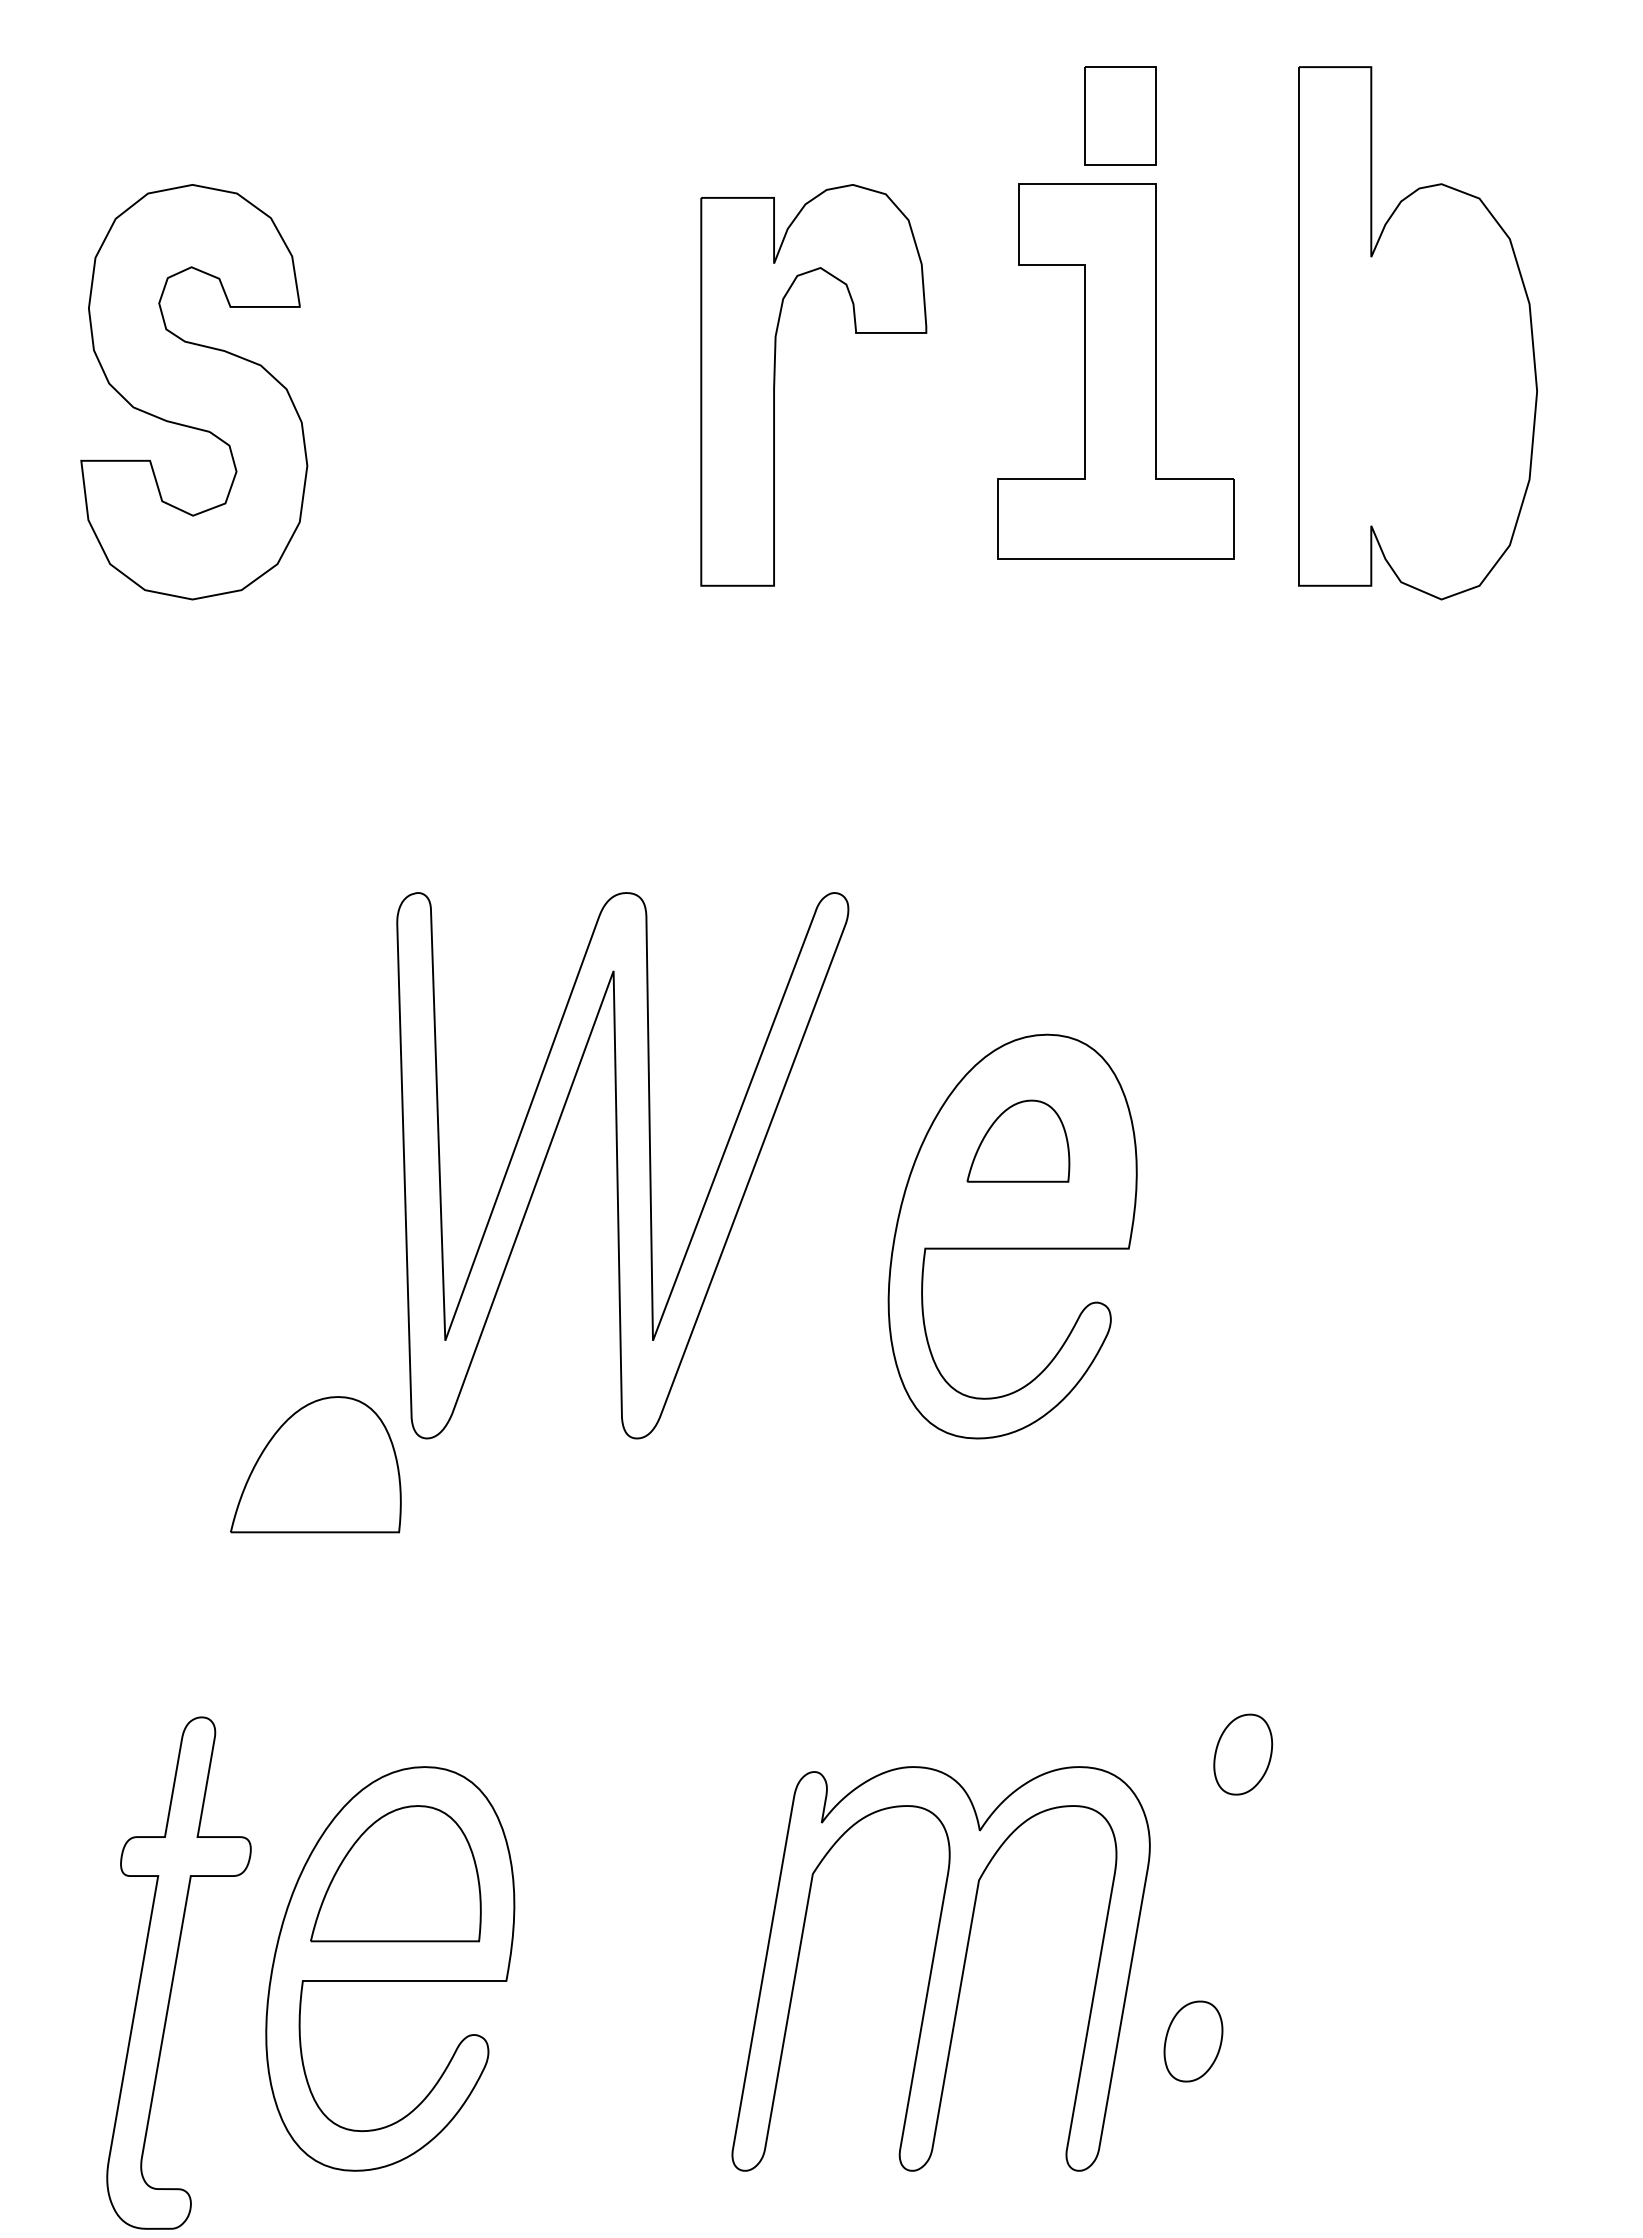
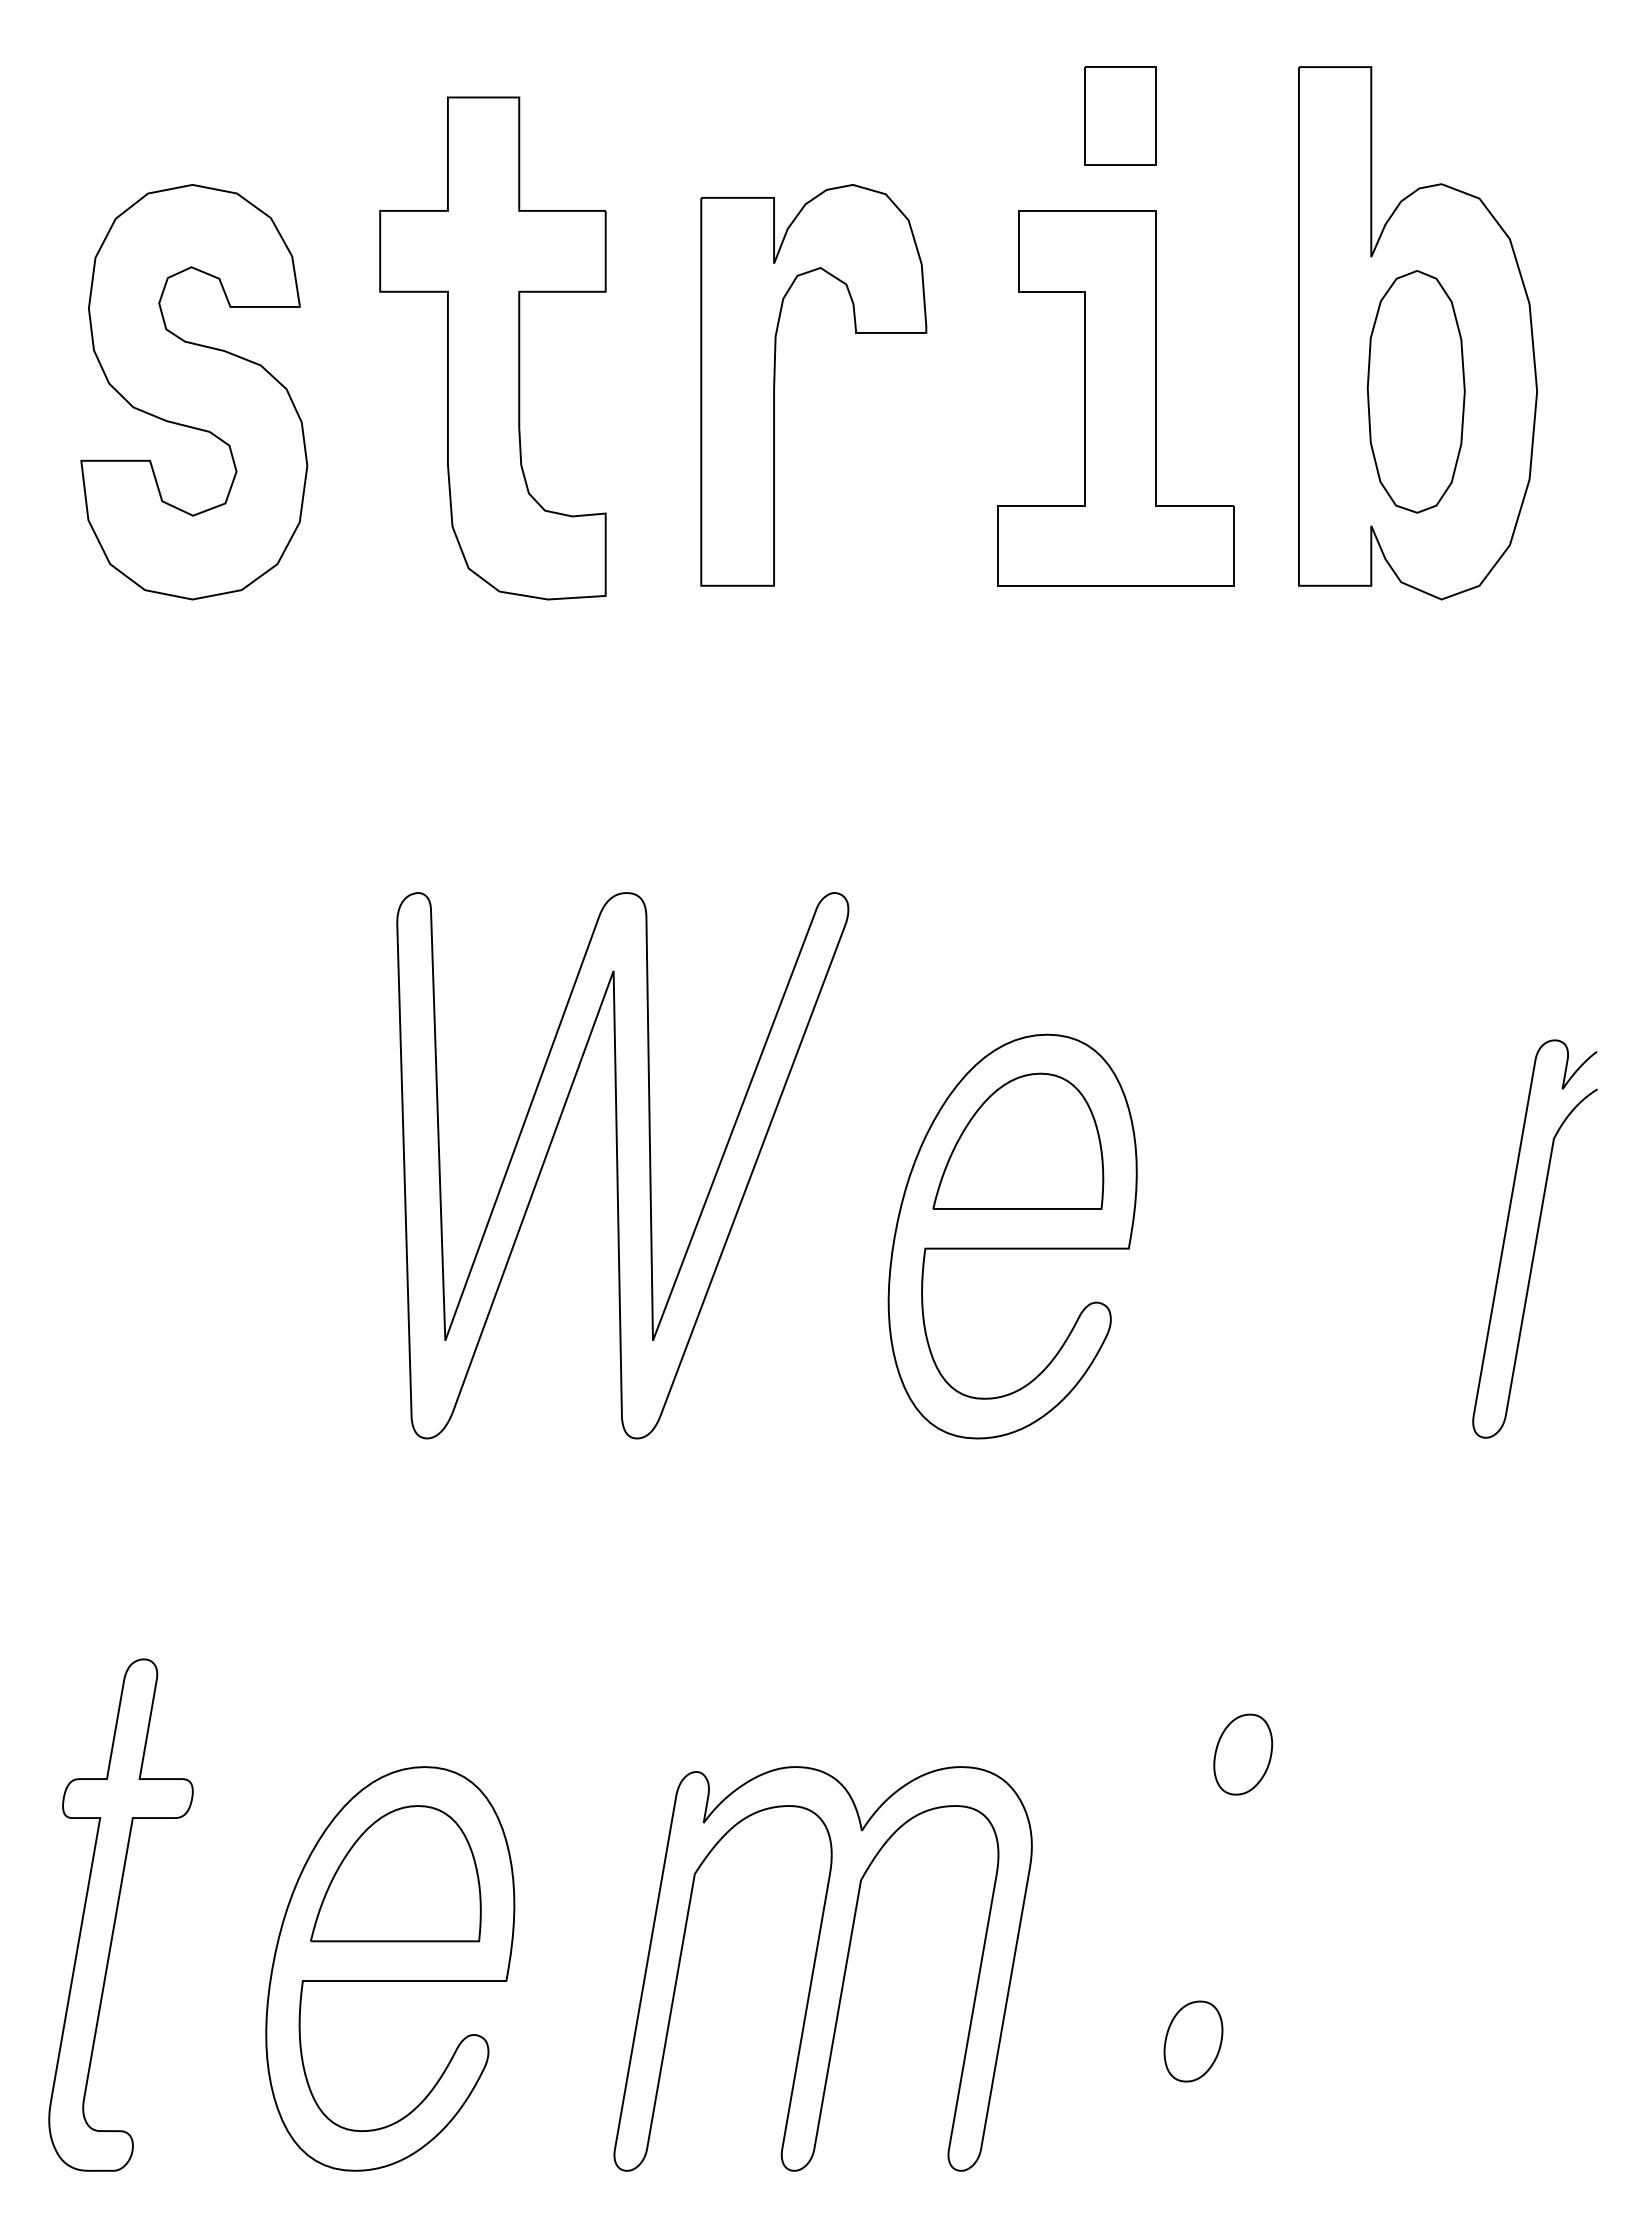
part at (492, 348): none -> present
part at (1115, 371) position: (1115, 371) -> (1115, 398)
part at (1415, 391): none -> present
part at (1018, 1140) size: 105x84 px -> 173x138 px
curve at (1535, 1238): none -> present
part at (315, 1464): present -> none
part at (940, 1968) position: (940, 1968) -> (822, 1968)
part at (178, 1972) position: (178, 1972) -> (120, 1914)
